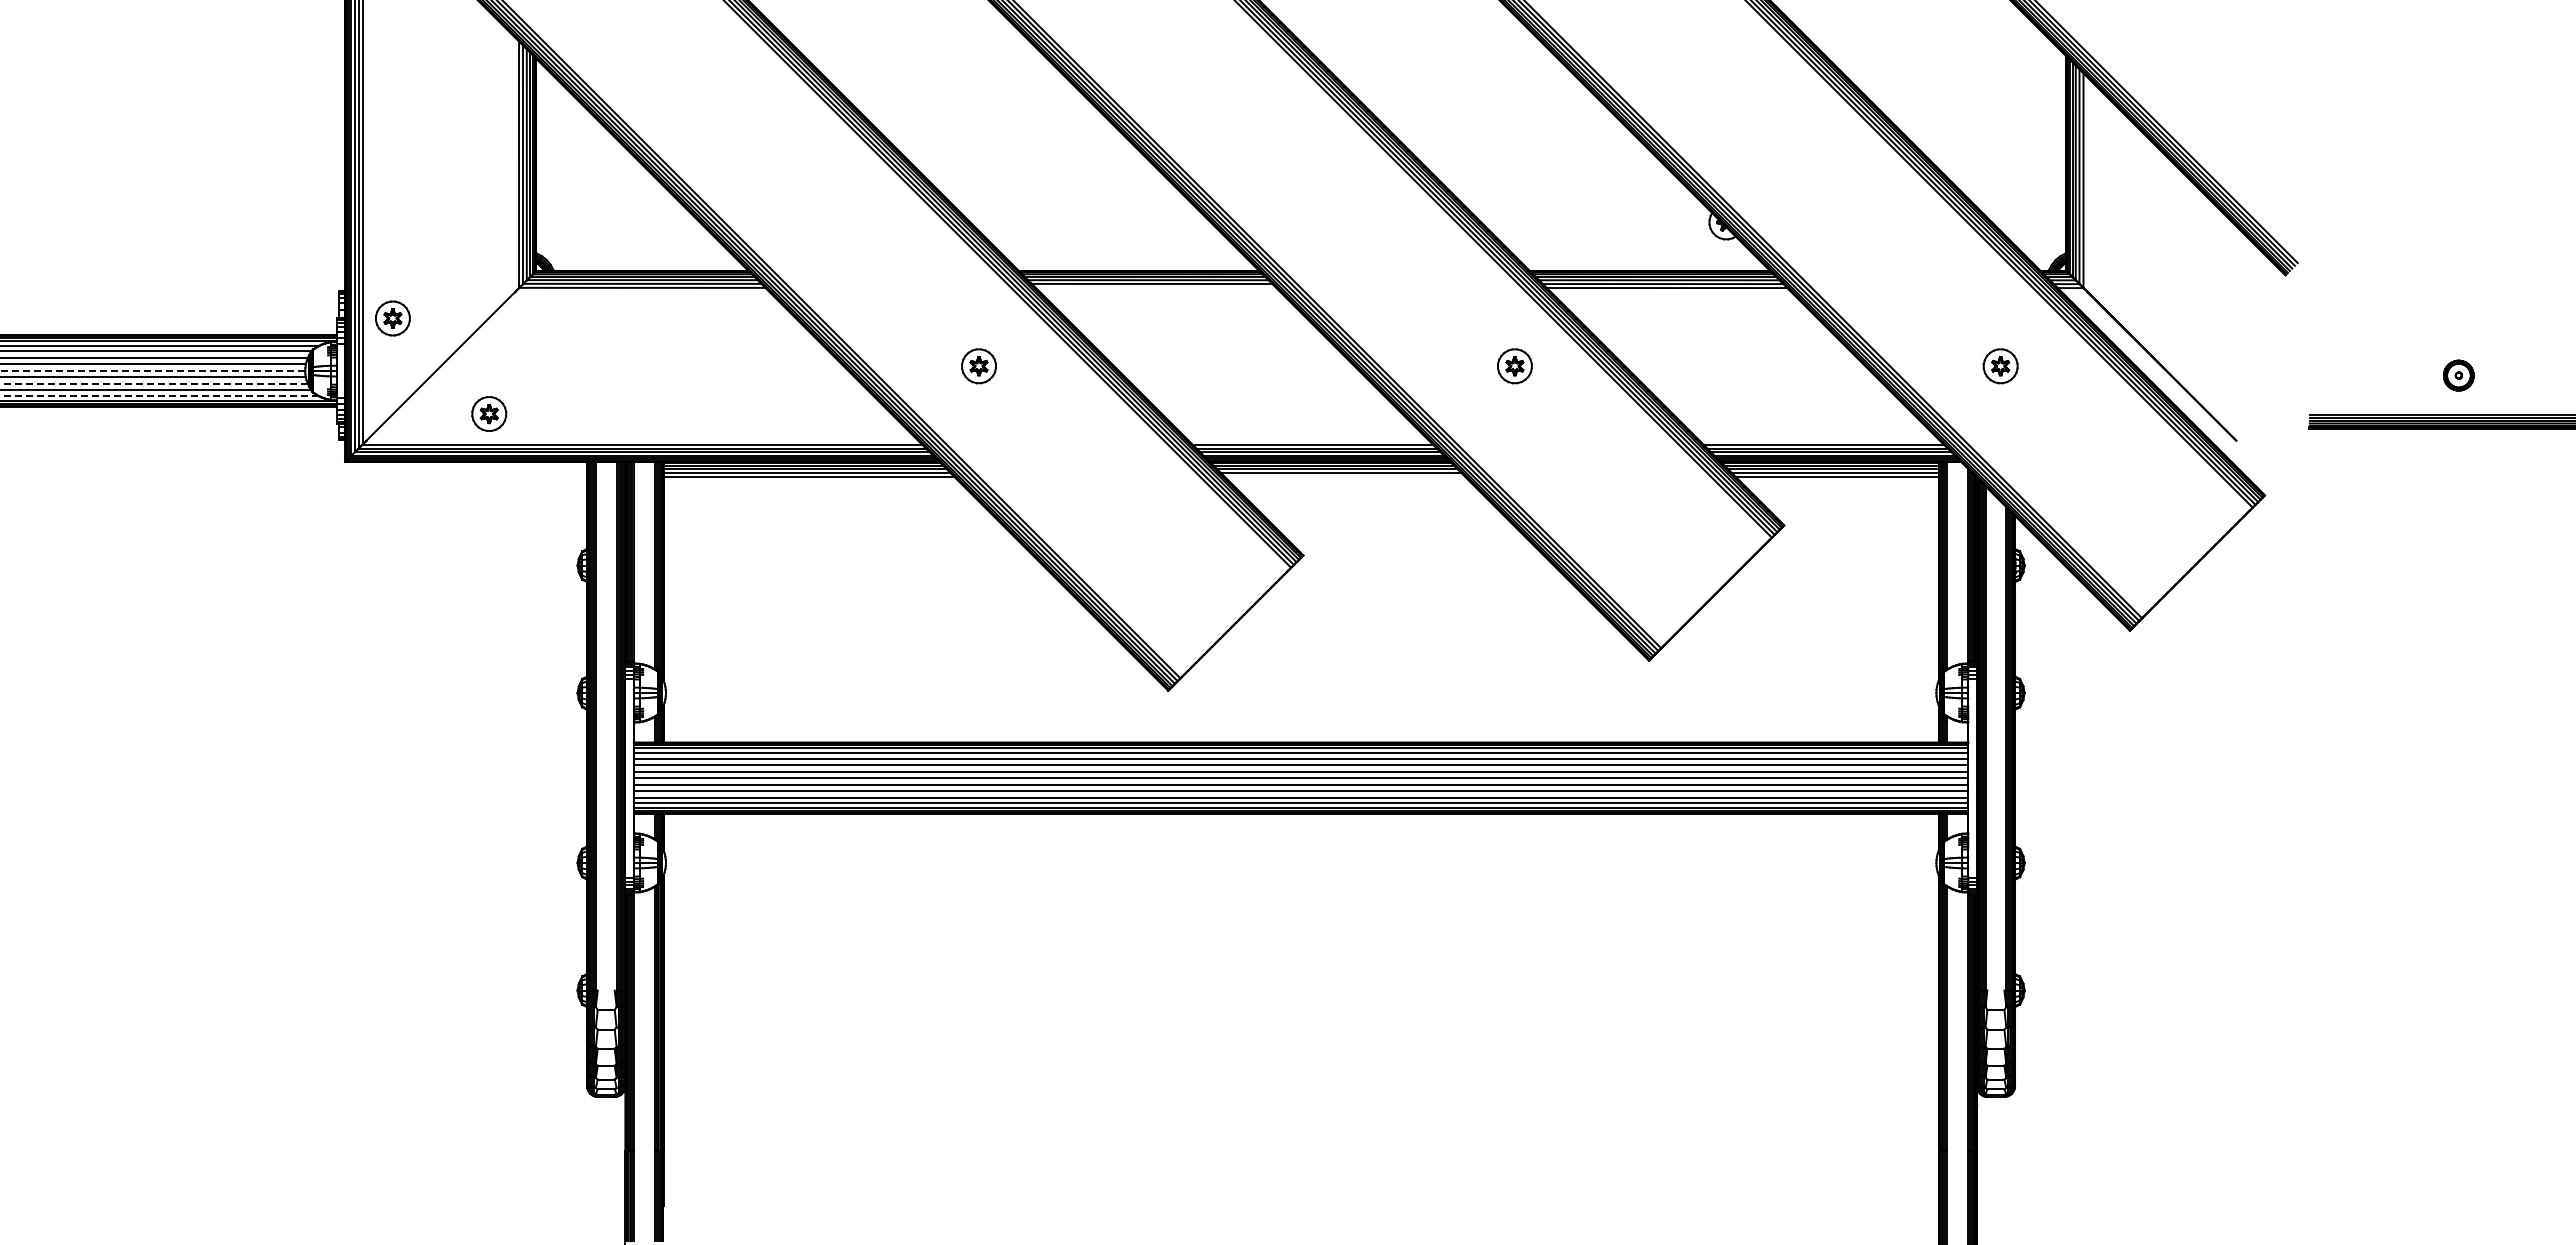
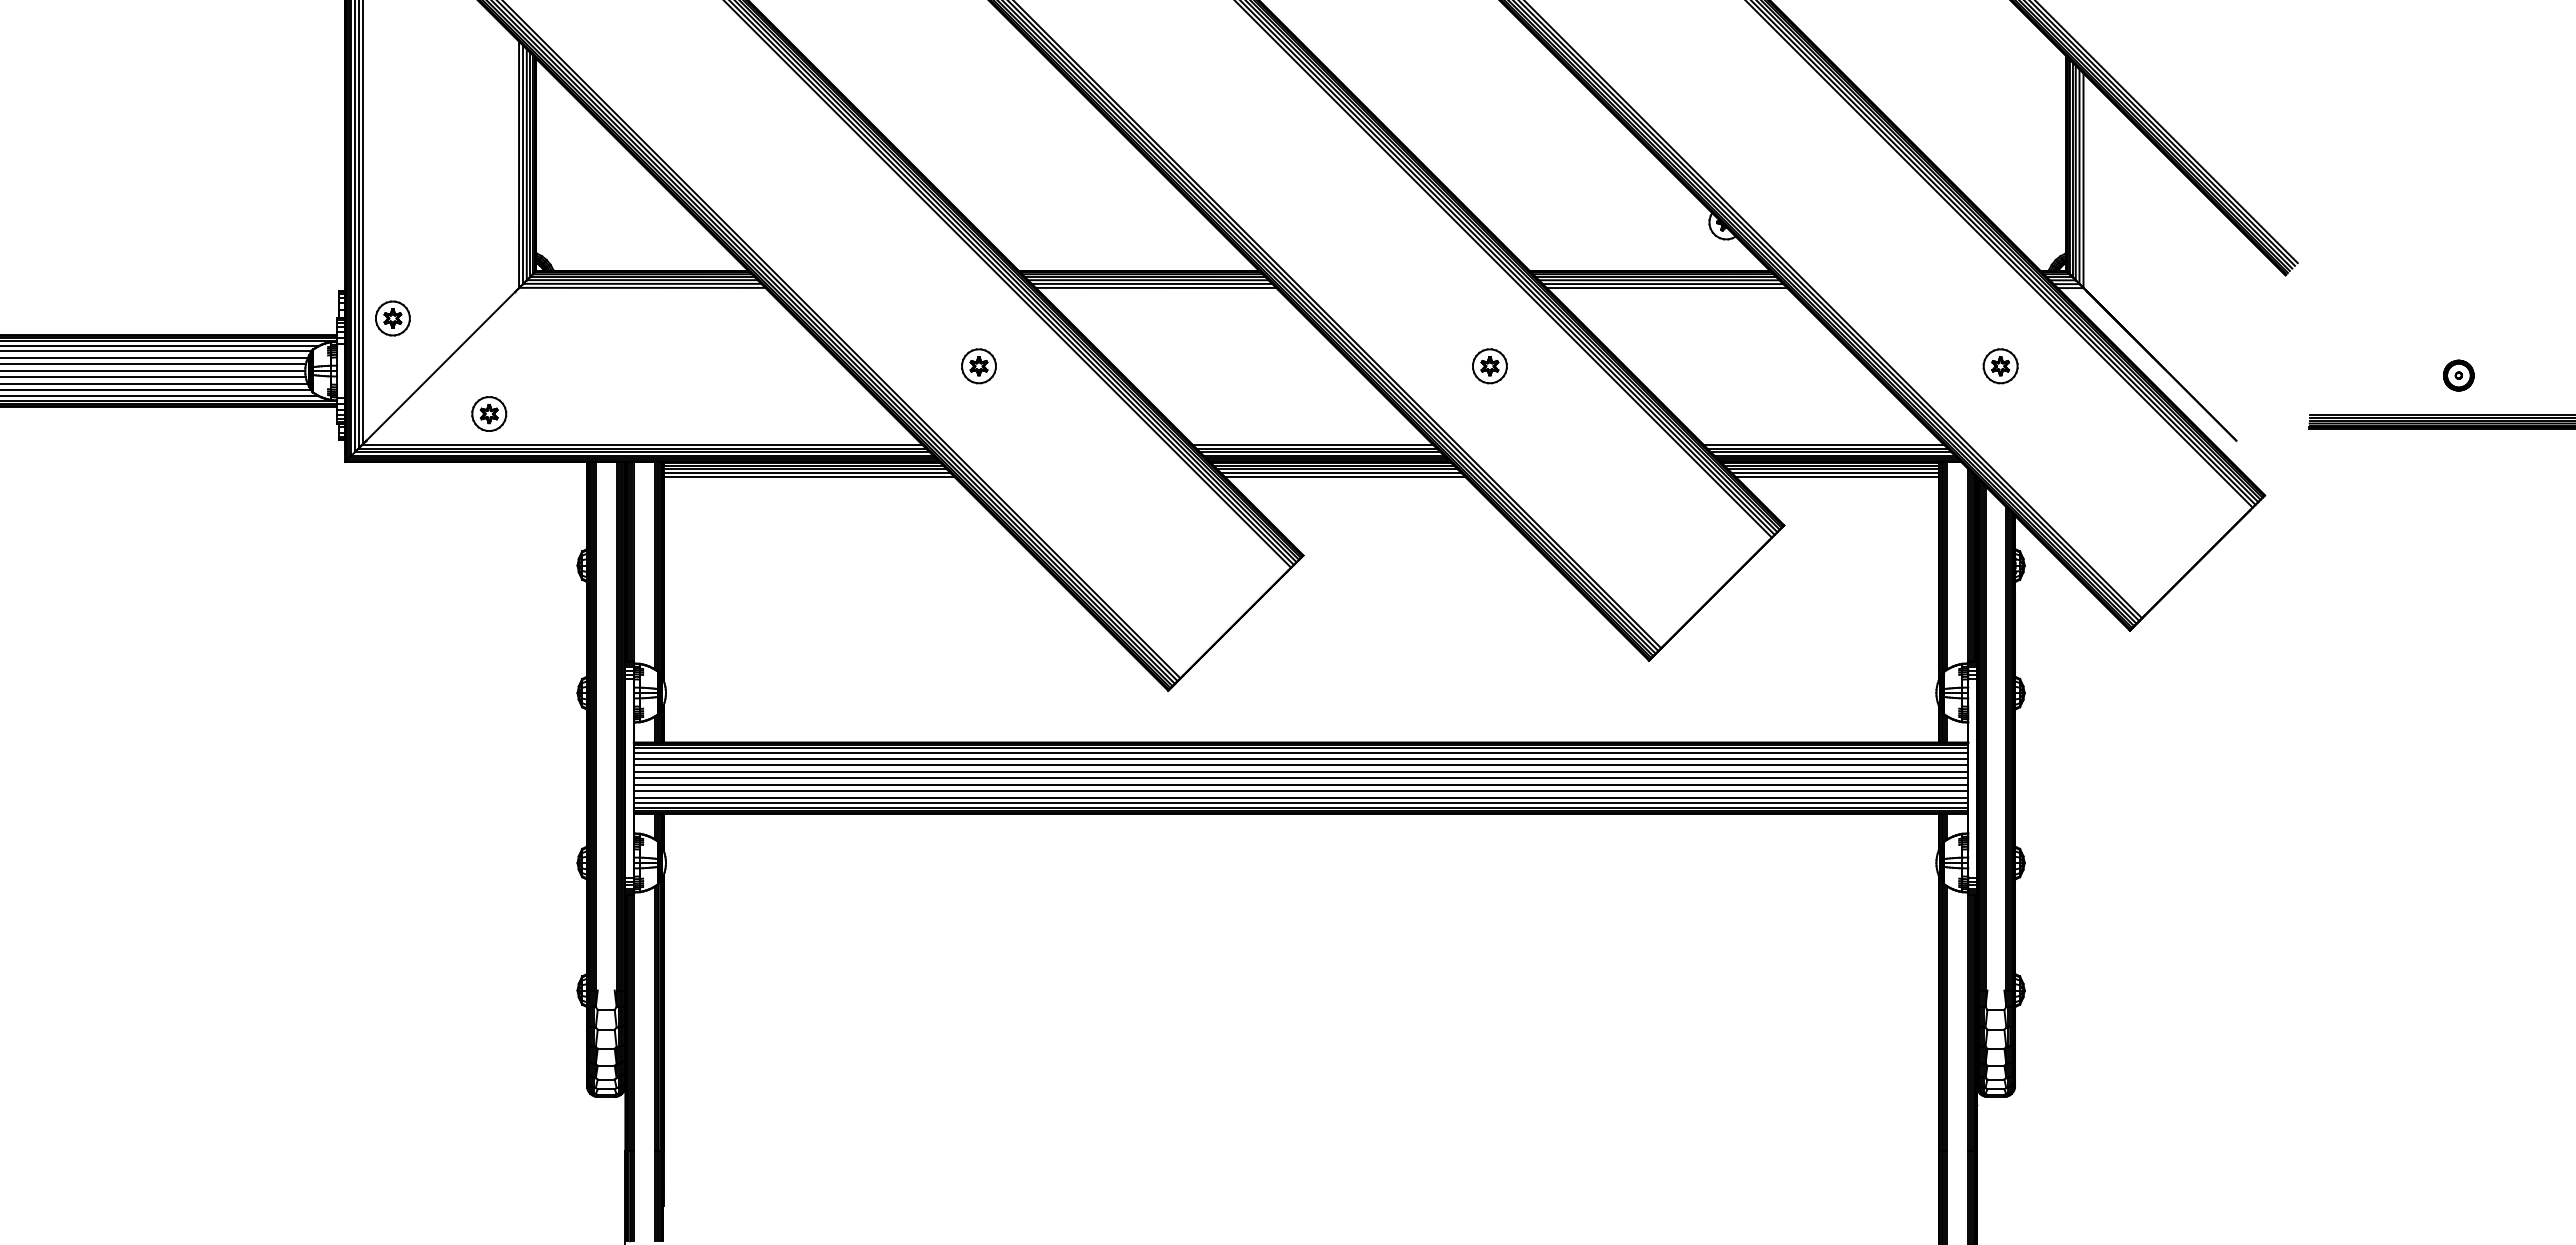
line at (1155, 287): none -> present
part at (1514, 366) position: (1514, 366) -> (1489, 366)
line at (152, 370): dashed -> solid
line at (153, 384): dashed -> solid
line at (159, 396): dashed -> solid
line at (1344, 476): none -> present
